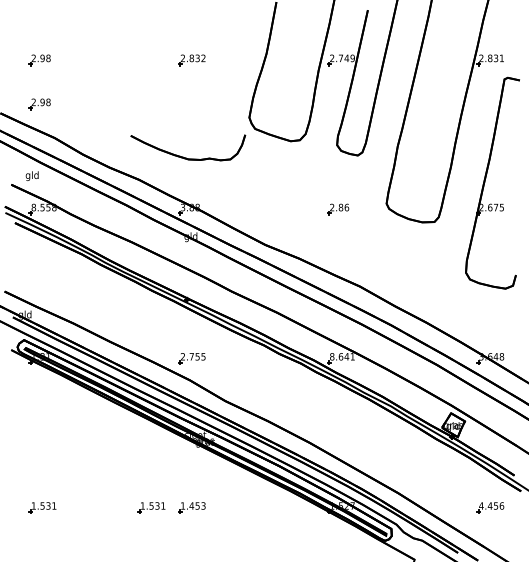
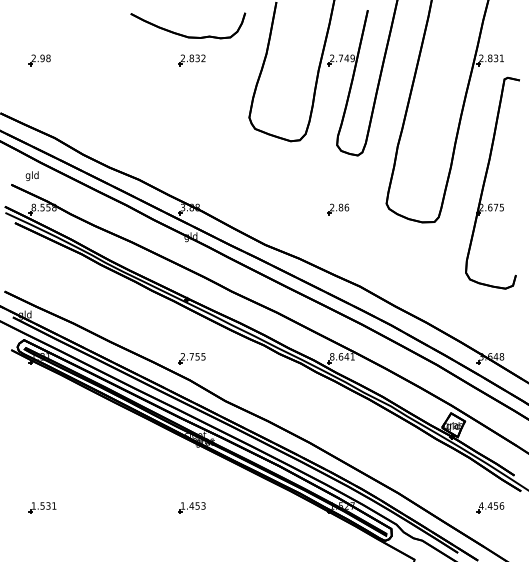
part at (39, 104): present -> none
part at (186, 157) position: (186, 157) -> (186, 35)
part at (151, 507): present -> none
